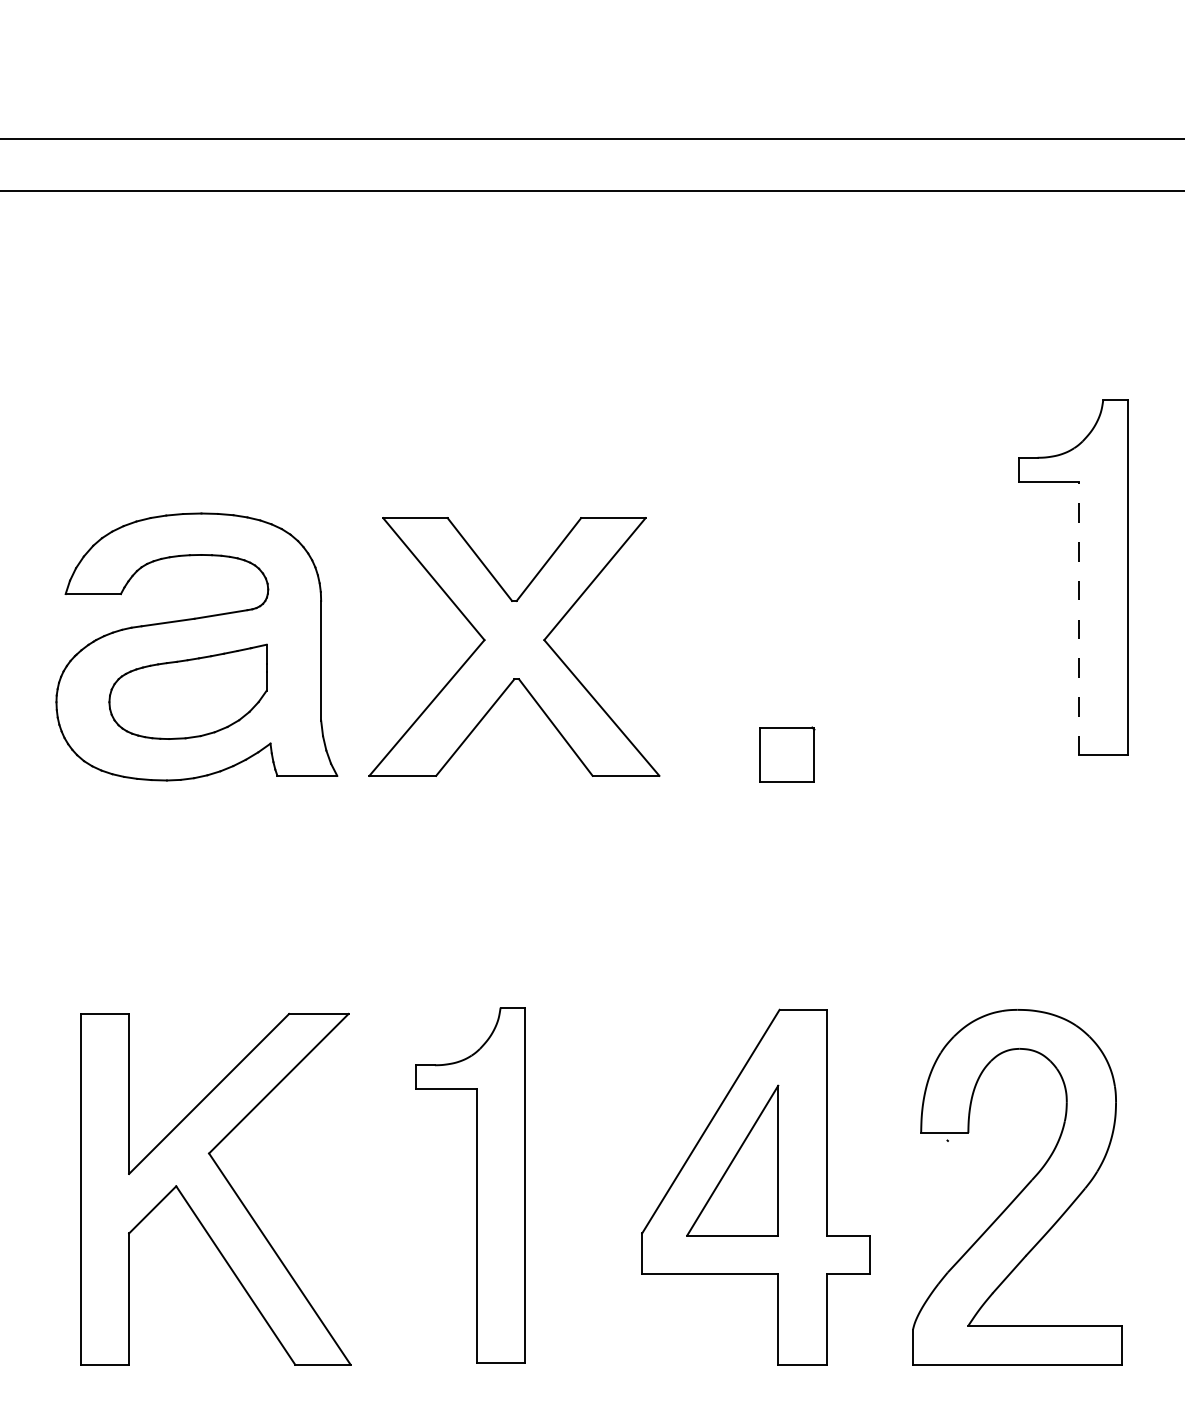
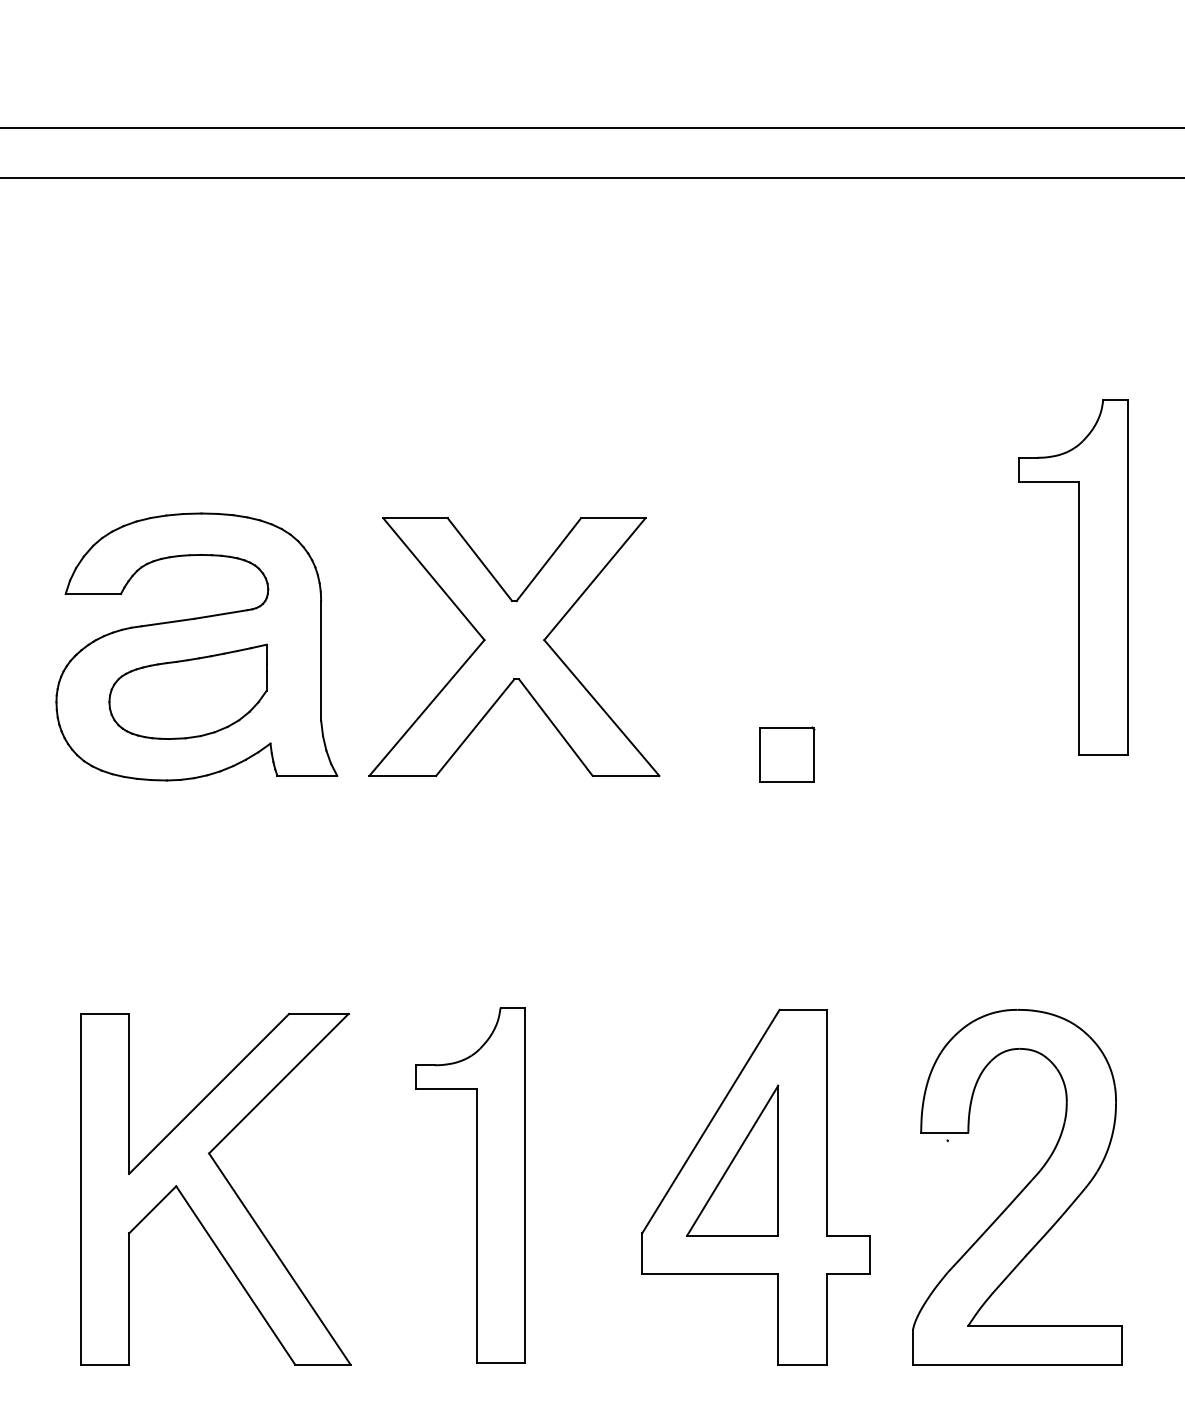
line at (591, 138) position: (591, 138) -> (591, 127)
line at (591, 191) position: (591, 191) -> (591, 178)
line at (1079, 618): dashed -> solid
